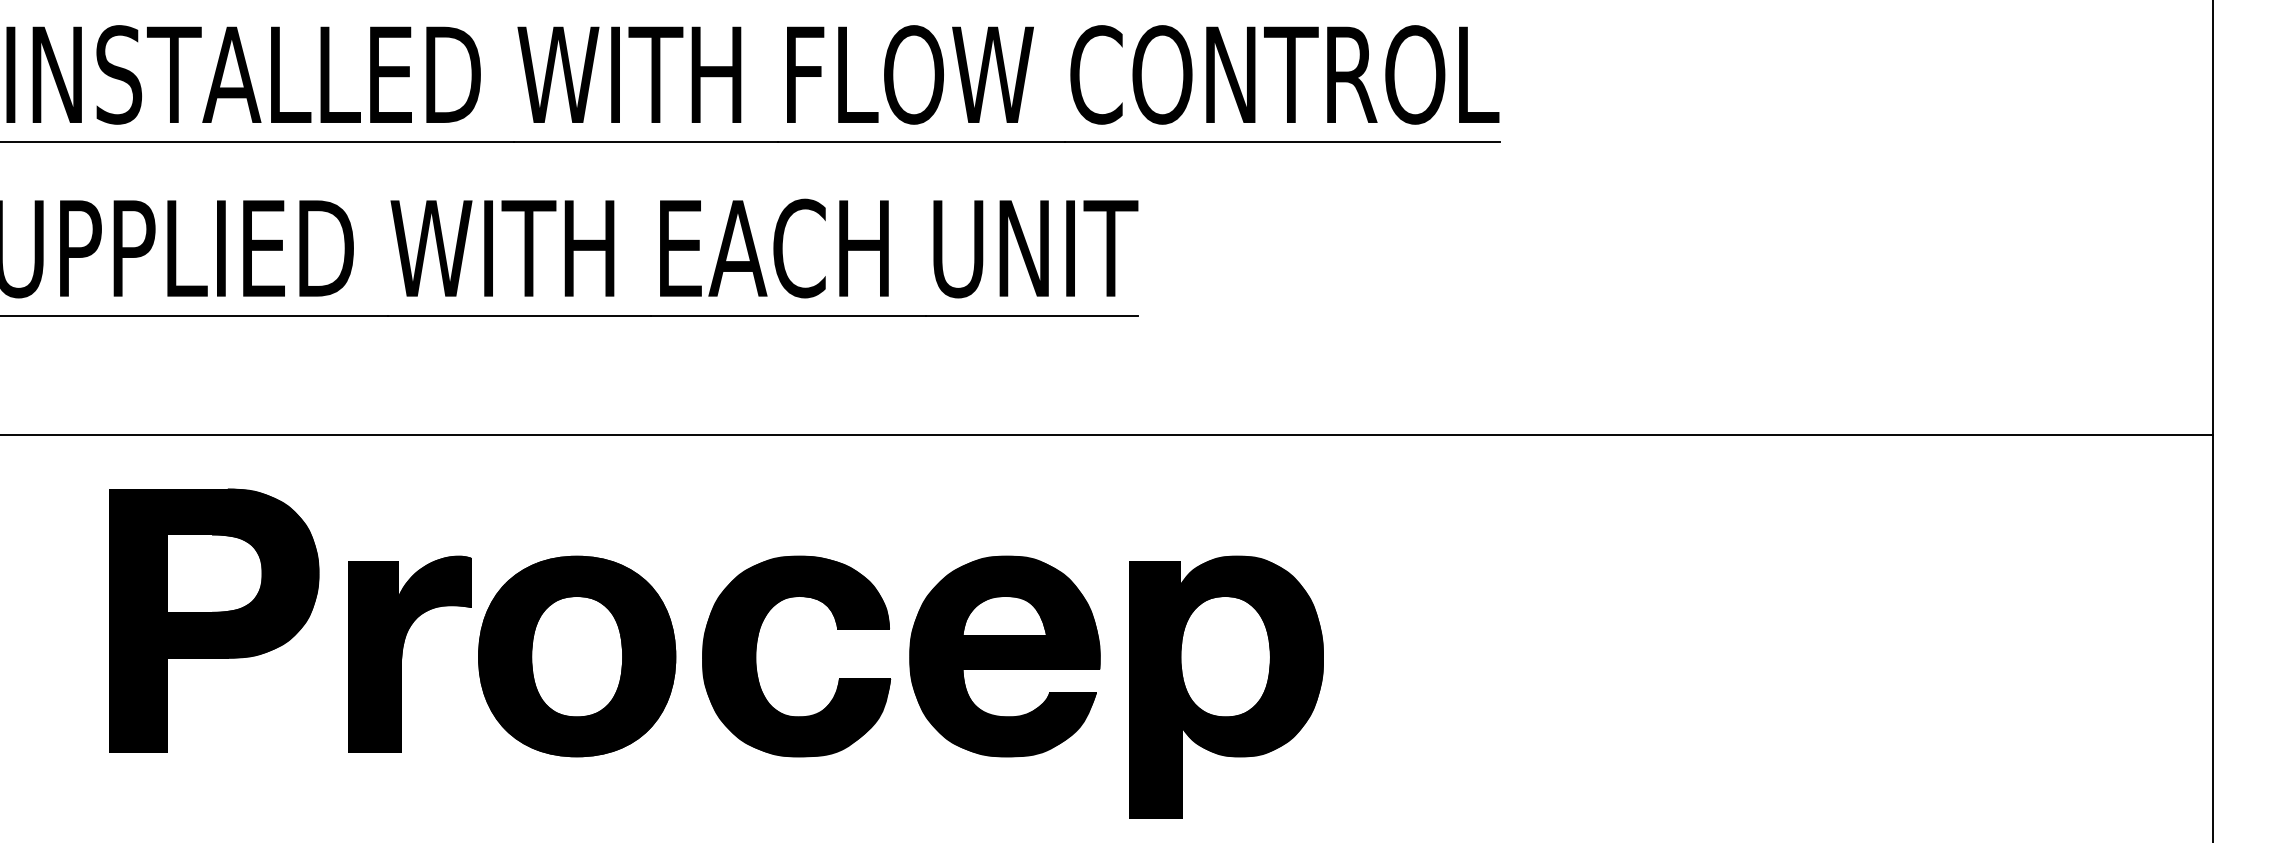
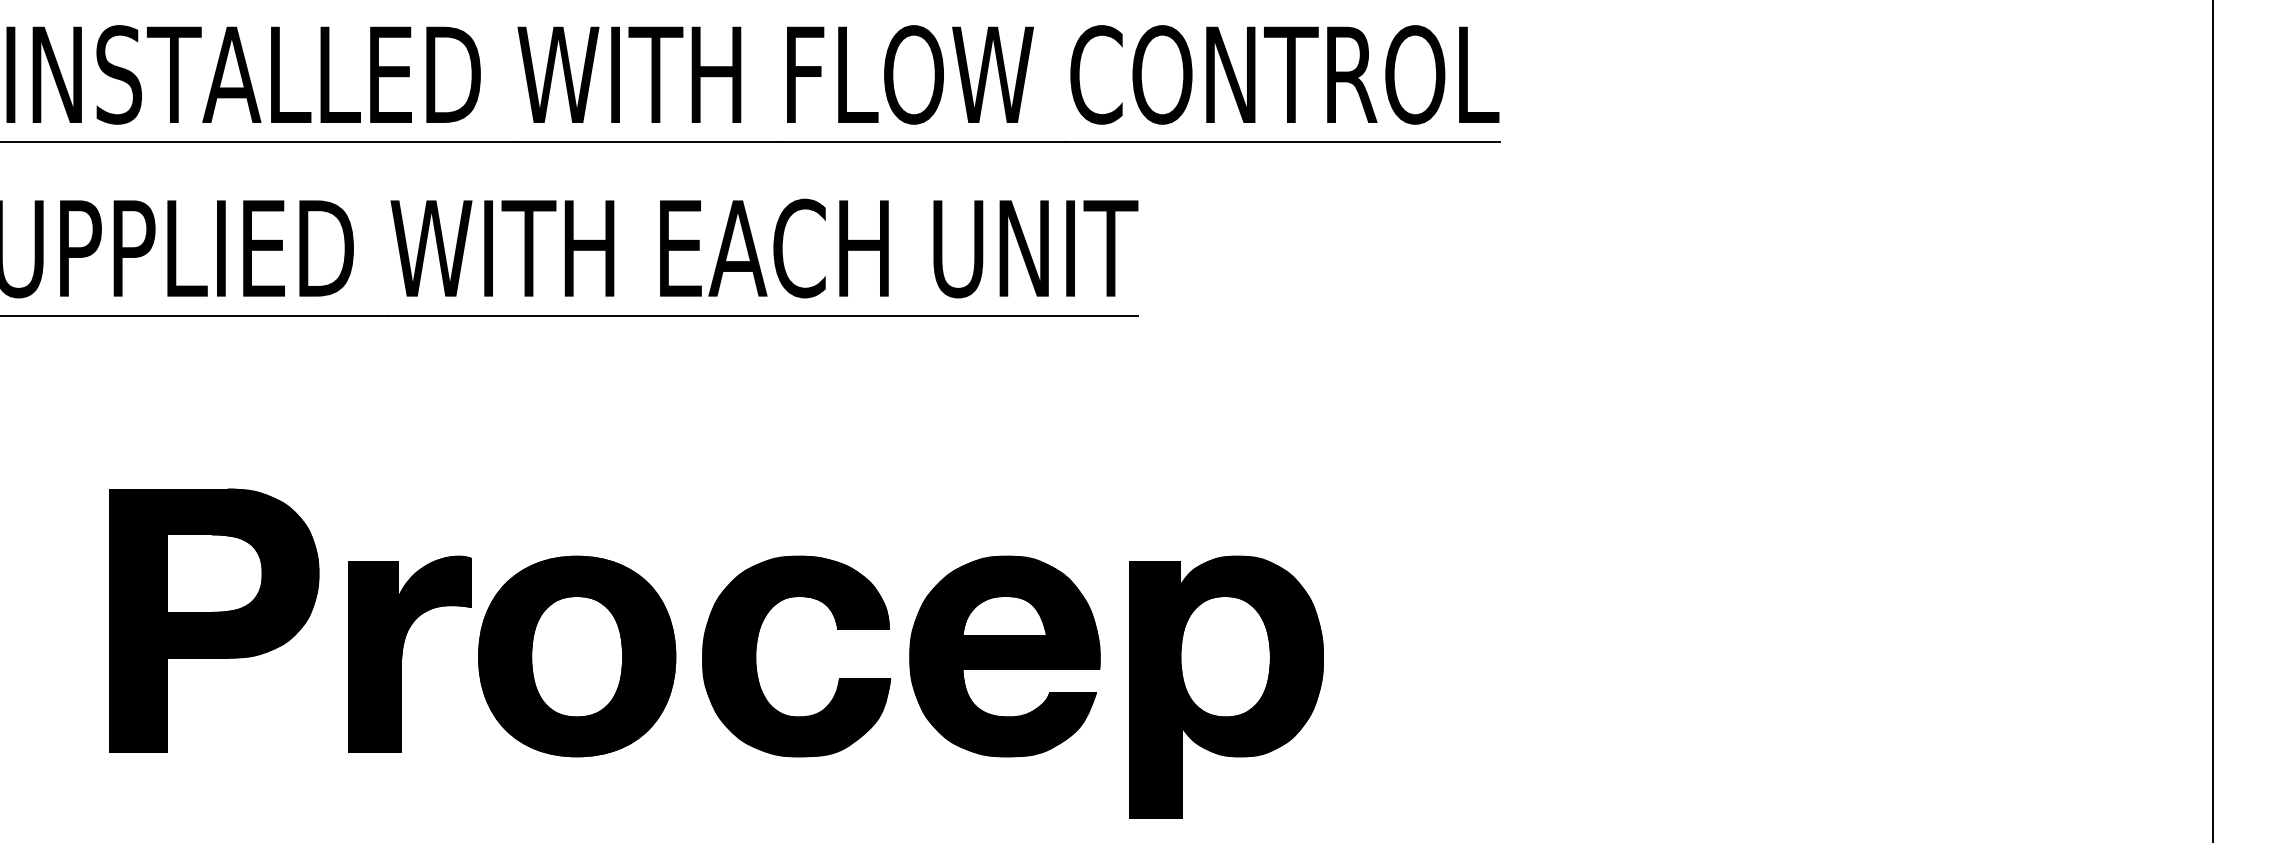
line at (1107, 435): present -> none
